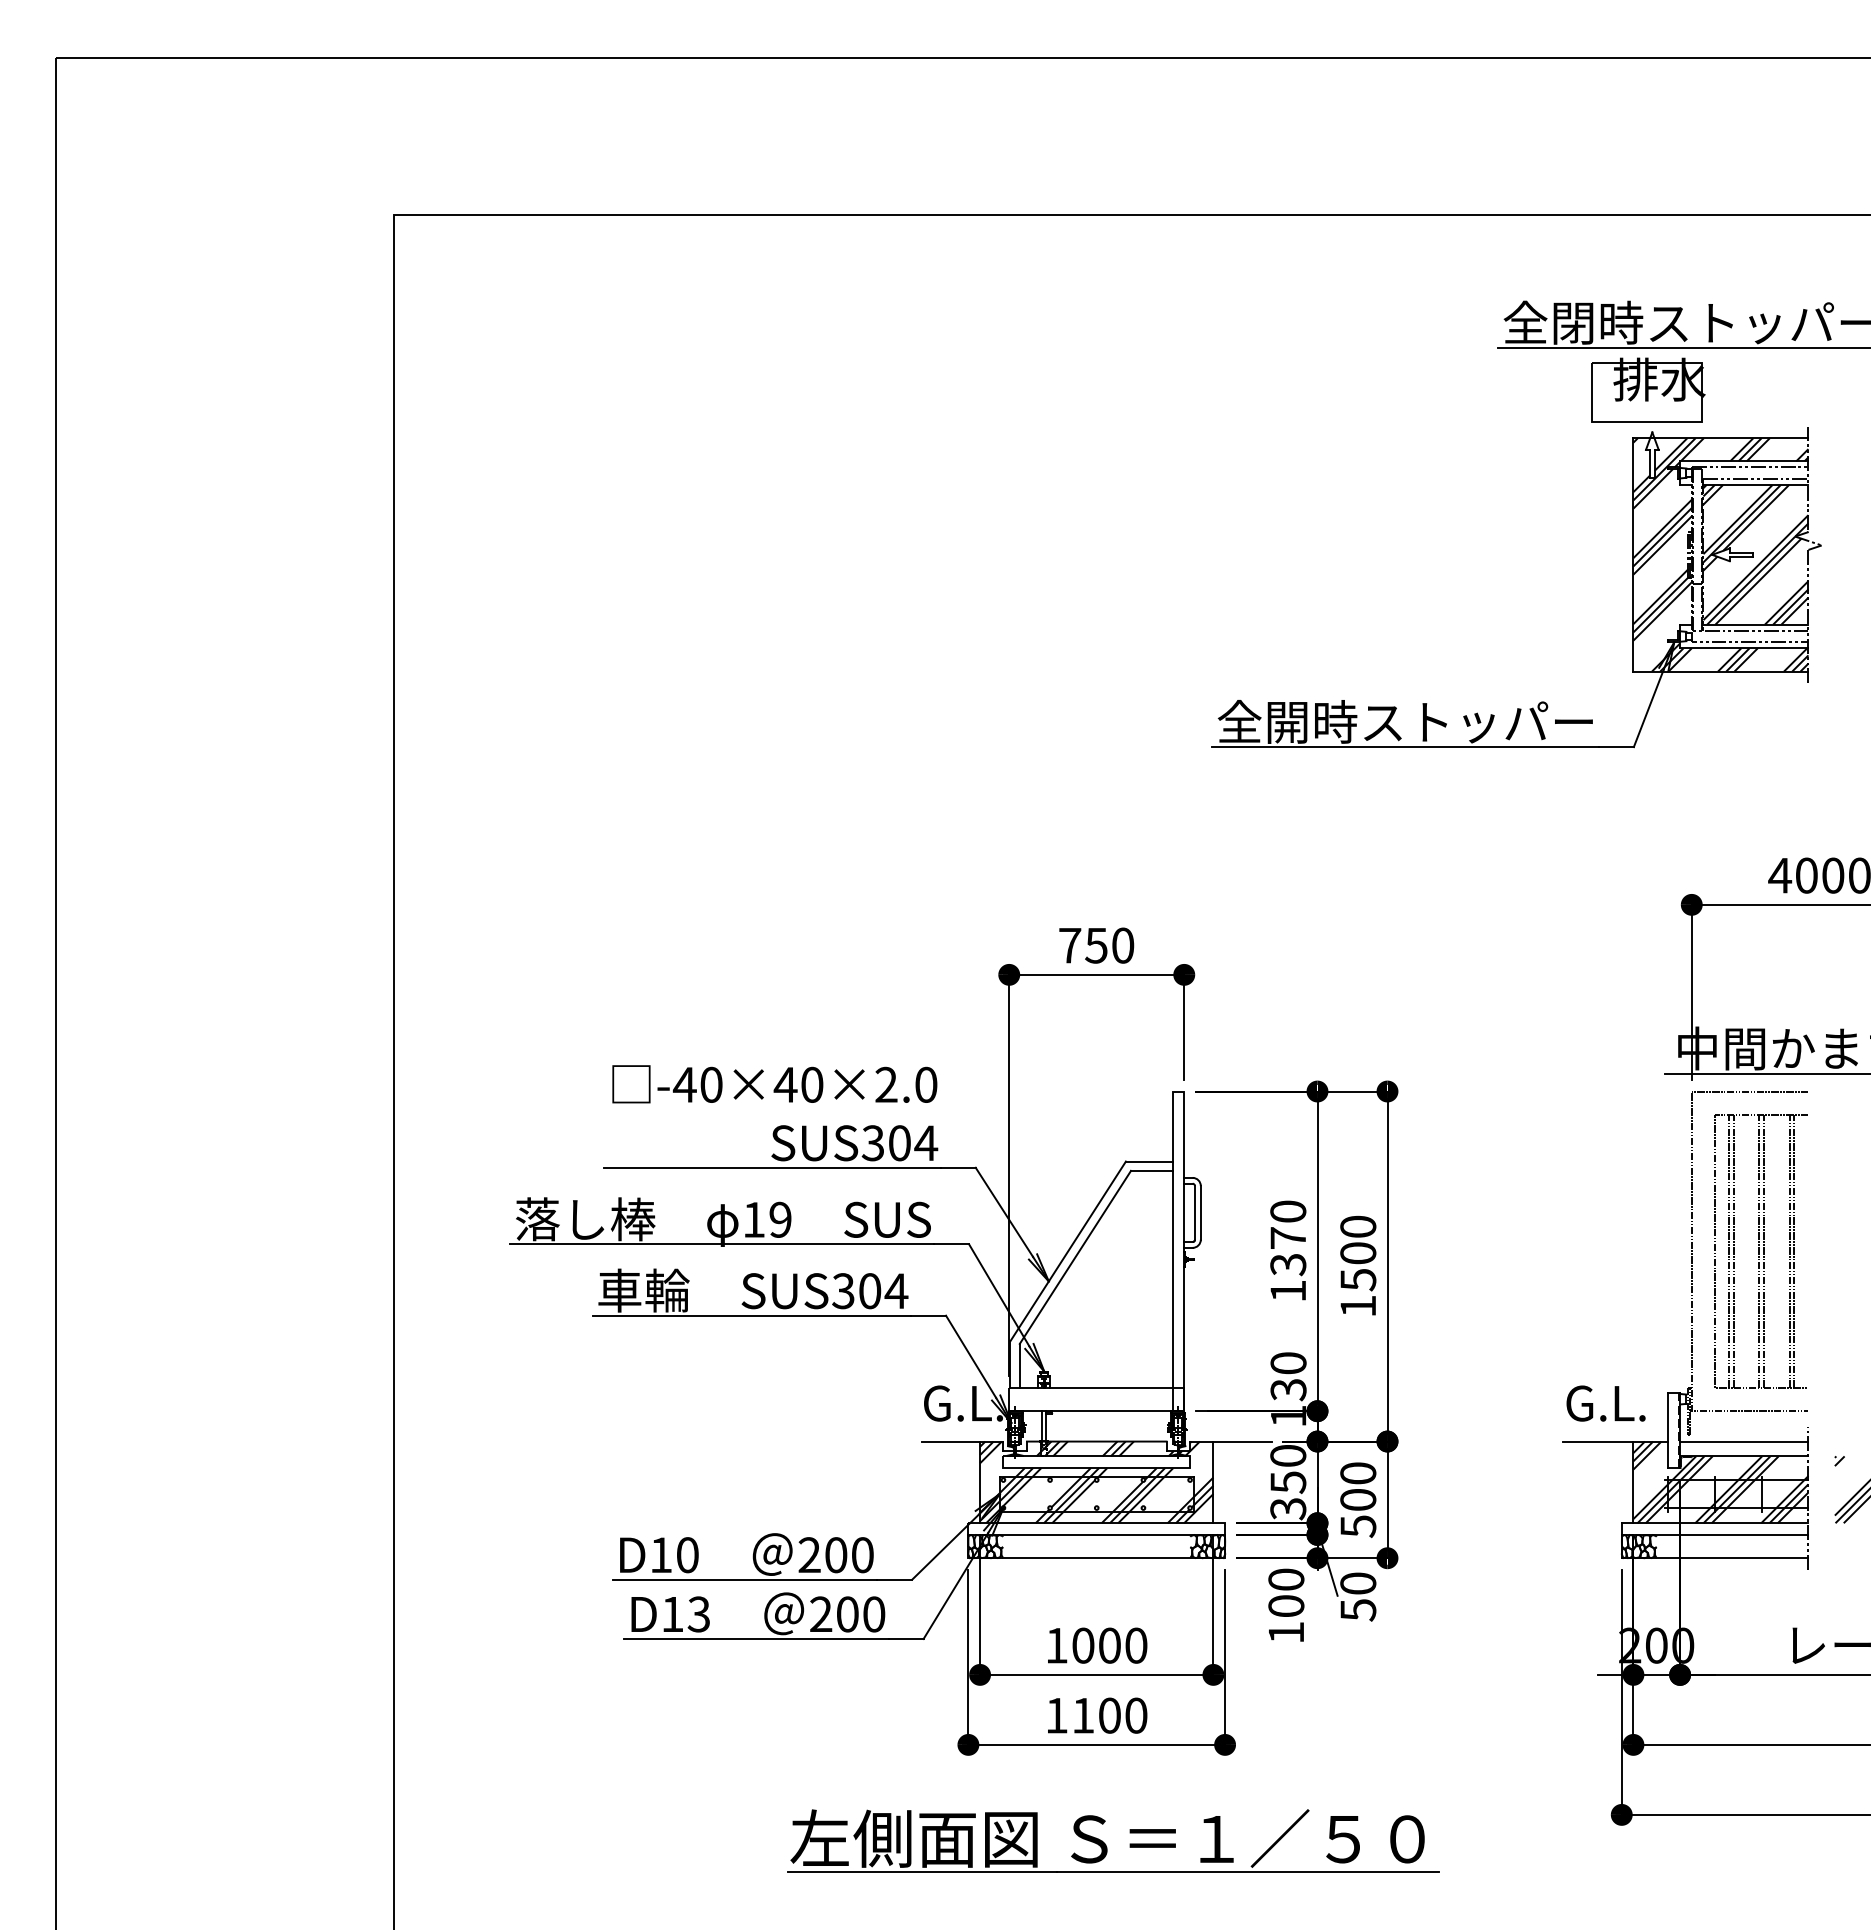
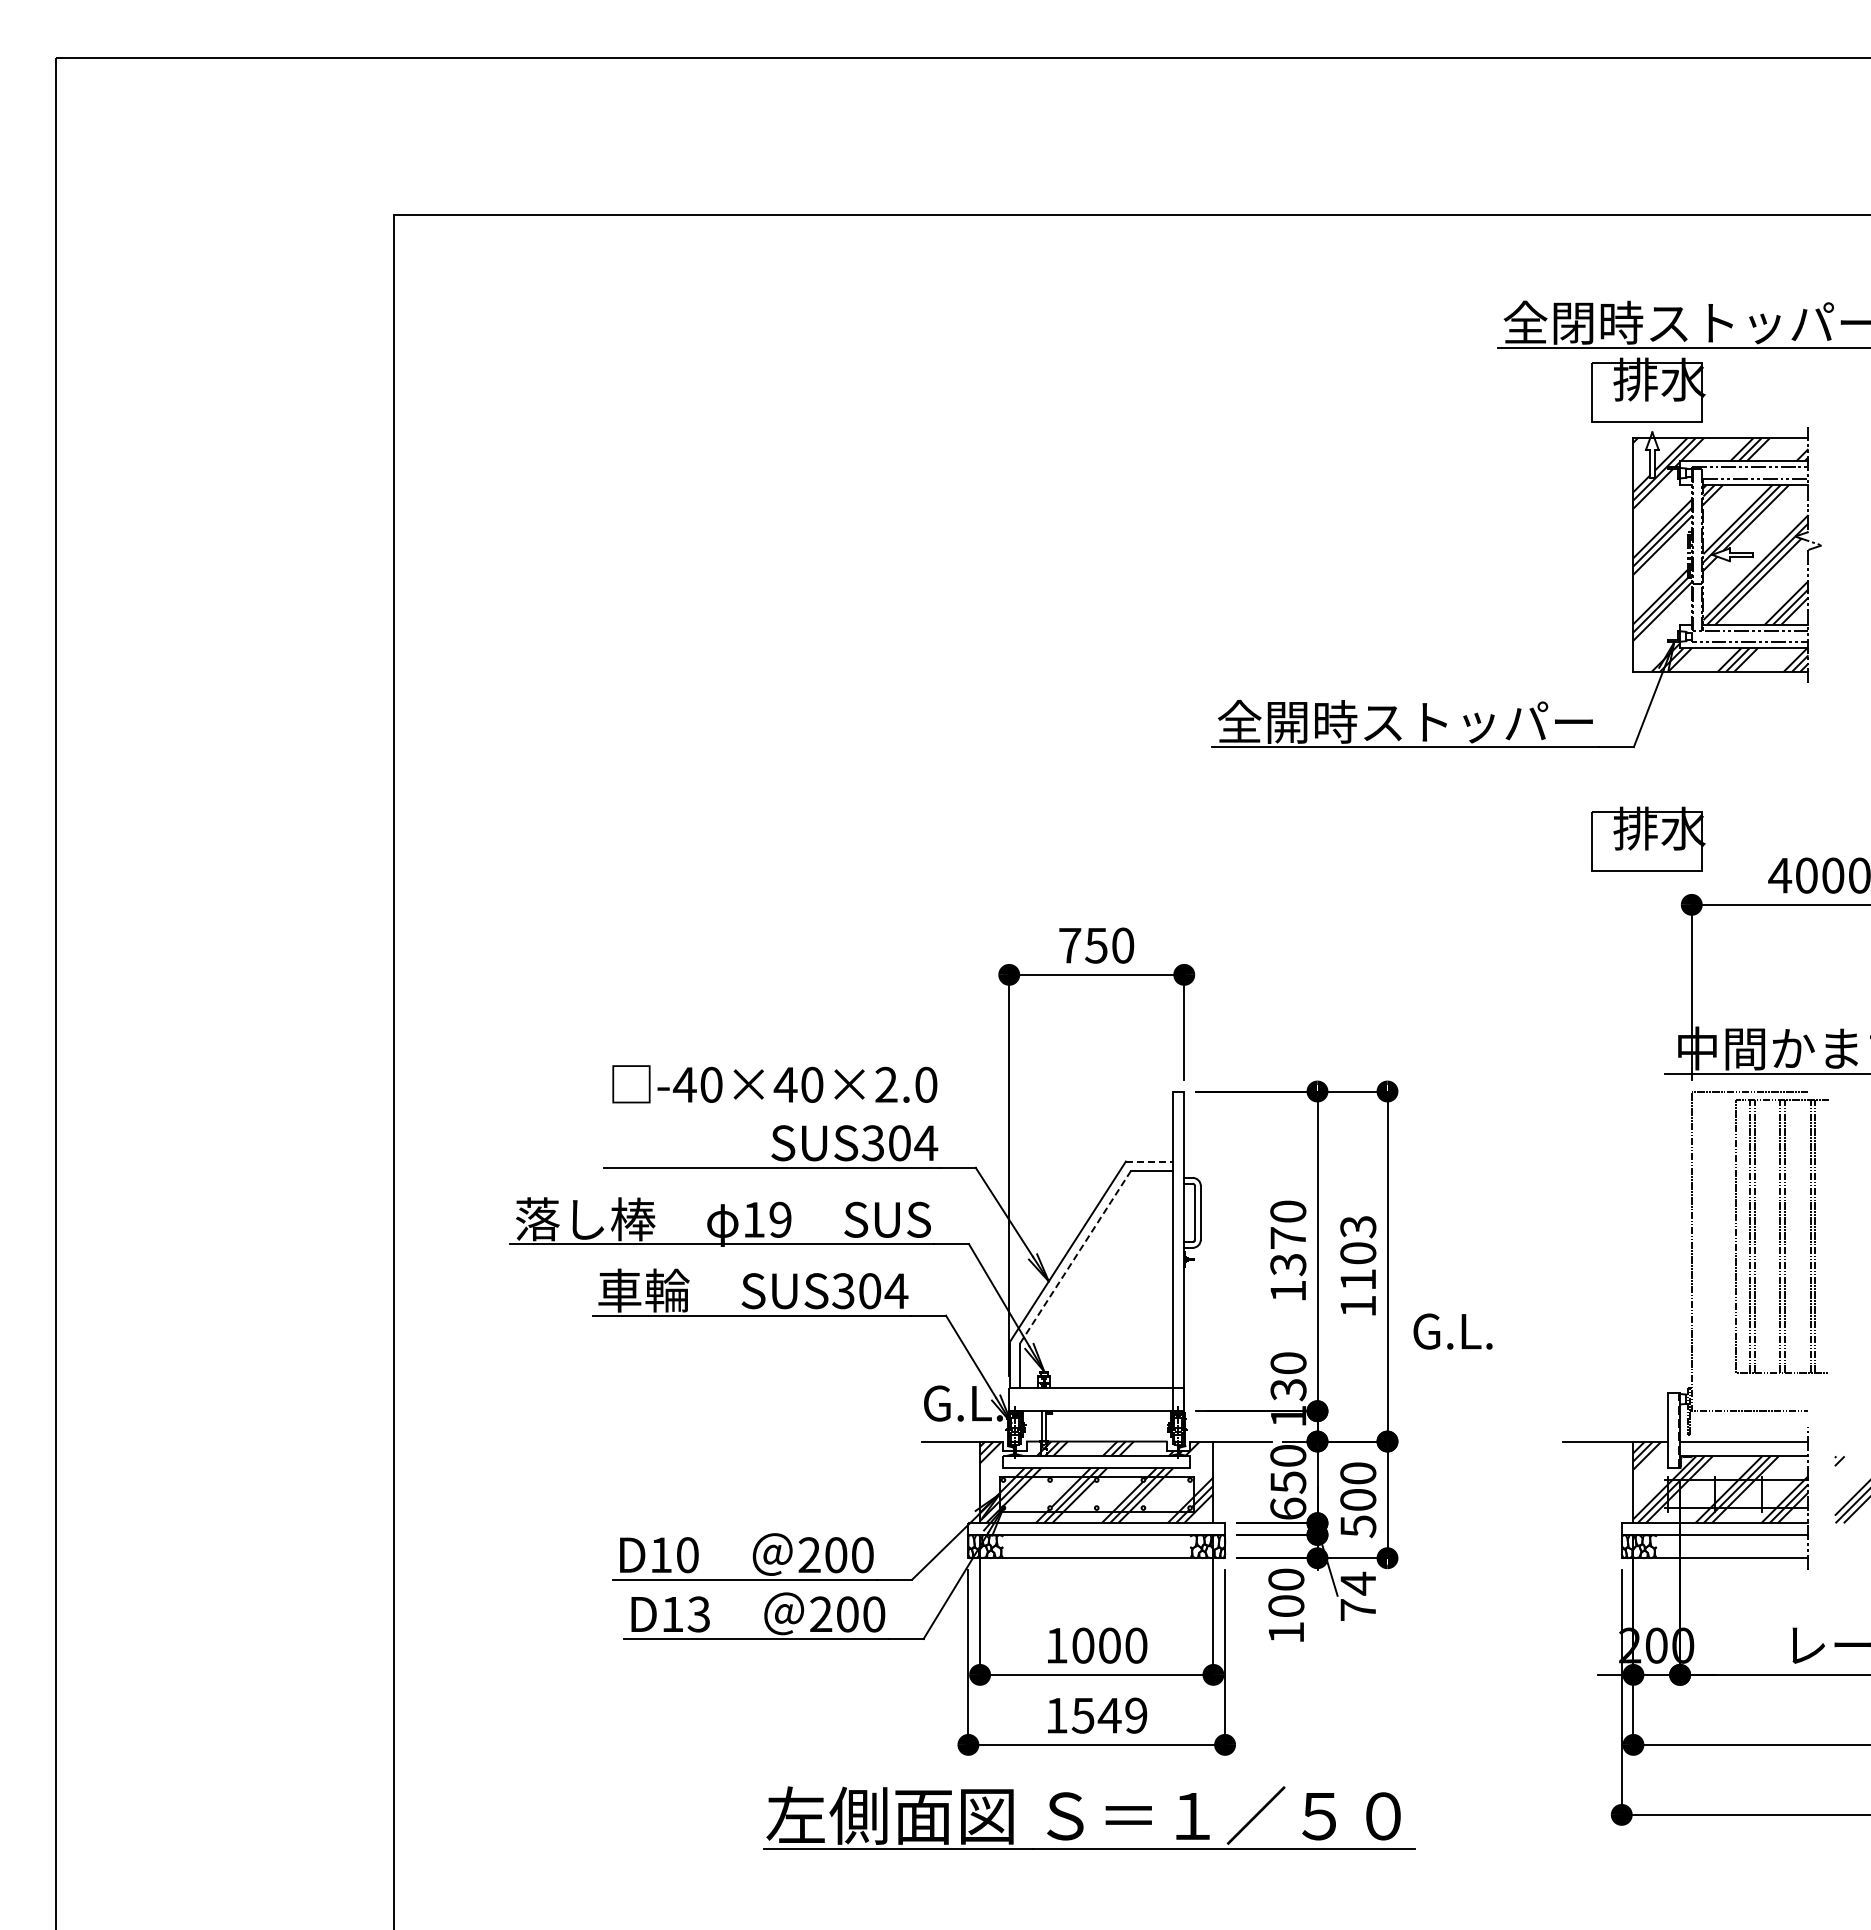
part at (1648, 838): none -> present
line at (1149, 1161): solid -> dashed
part at (1760, 1251) position: (1760, 1251) -> (1781, 1236)
text at (1358, 1253): 1500 -> 1103
line at (1075, 1257): solid -> dashed
text at (1605, 1403) position: (1605, 1403) -> (1452, 1331)
text at (1288, 1508): 350 -> 650
text at (1358, 1596): 50 -> 74
text at (1109, 1715): 1100 -> 1549
part at (1106, 1844) position: (1106, 1844) -> (1082, 1821)
